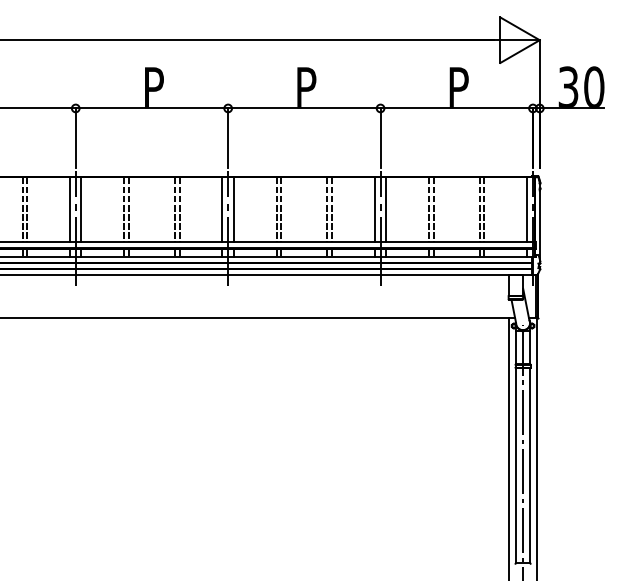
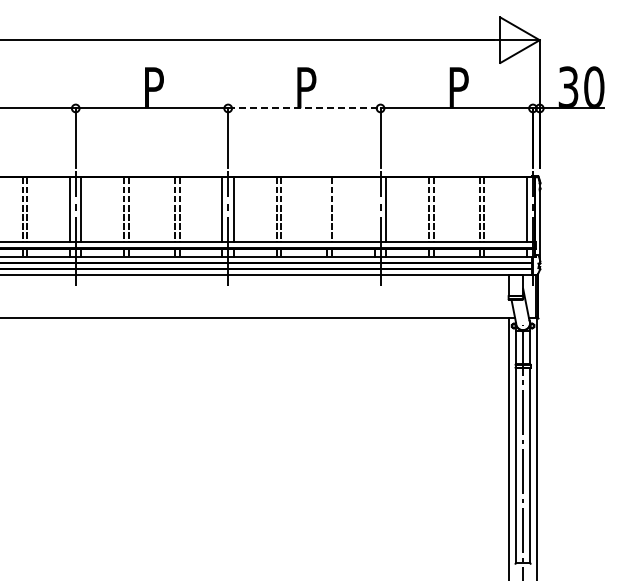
line at (304, 108): solid -> dashed
line at (327, 209): present -> none
line at (374, 209): present -> none
